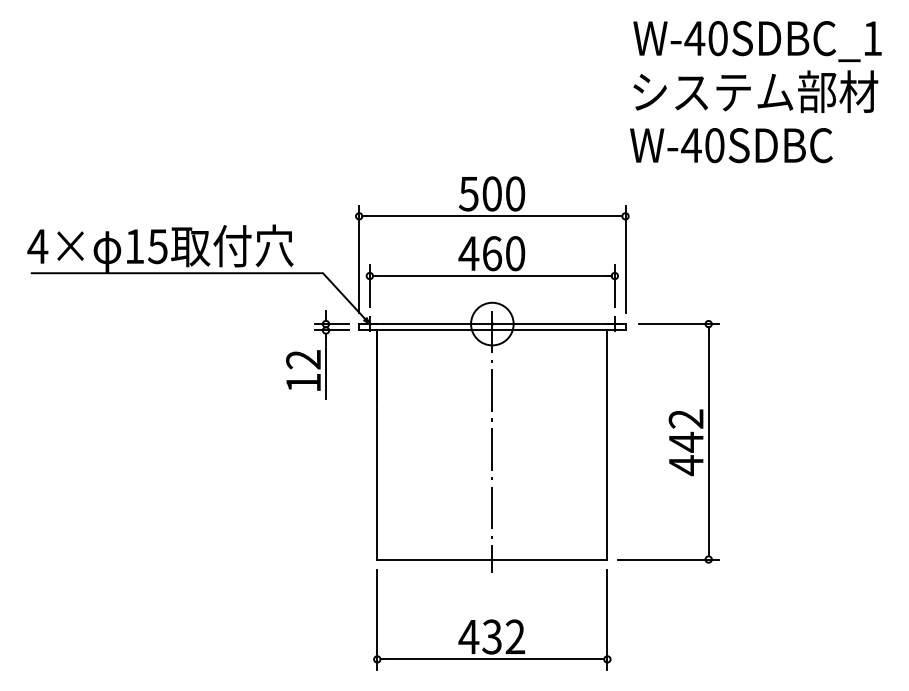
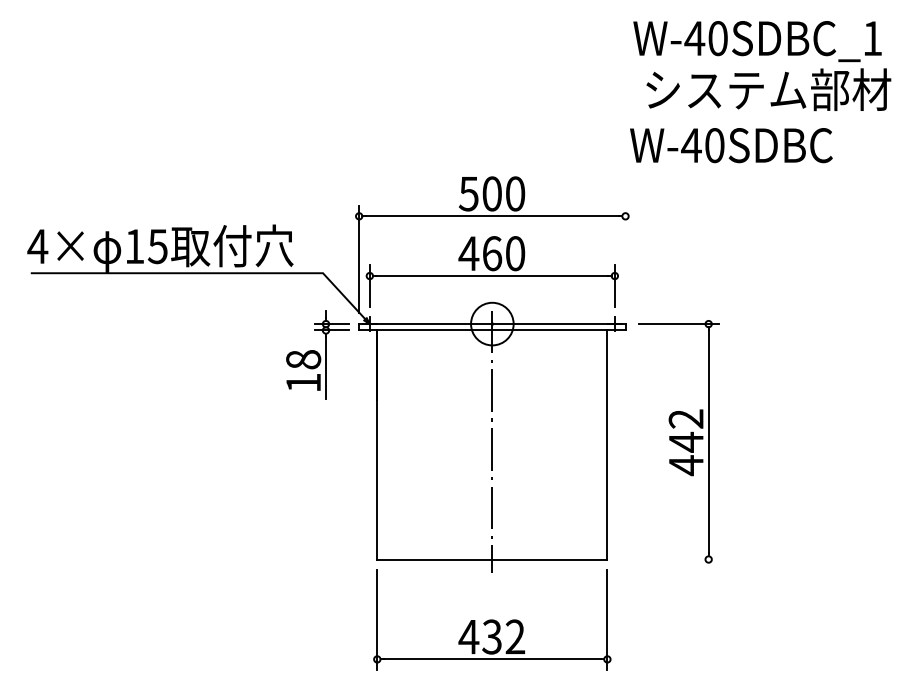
text at (755, 91) position: (755, 91) -> (768, 89)
line at (625, 259): present -> none
text at (303, 359): 12 -> 18
line at (668, 559): present -> none
